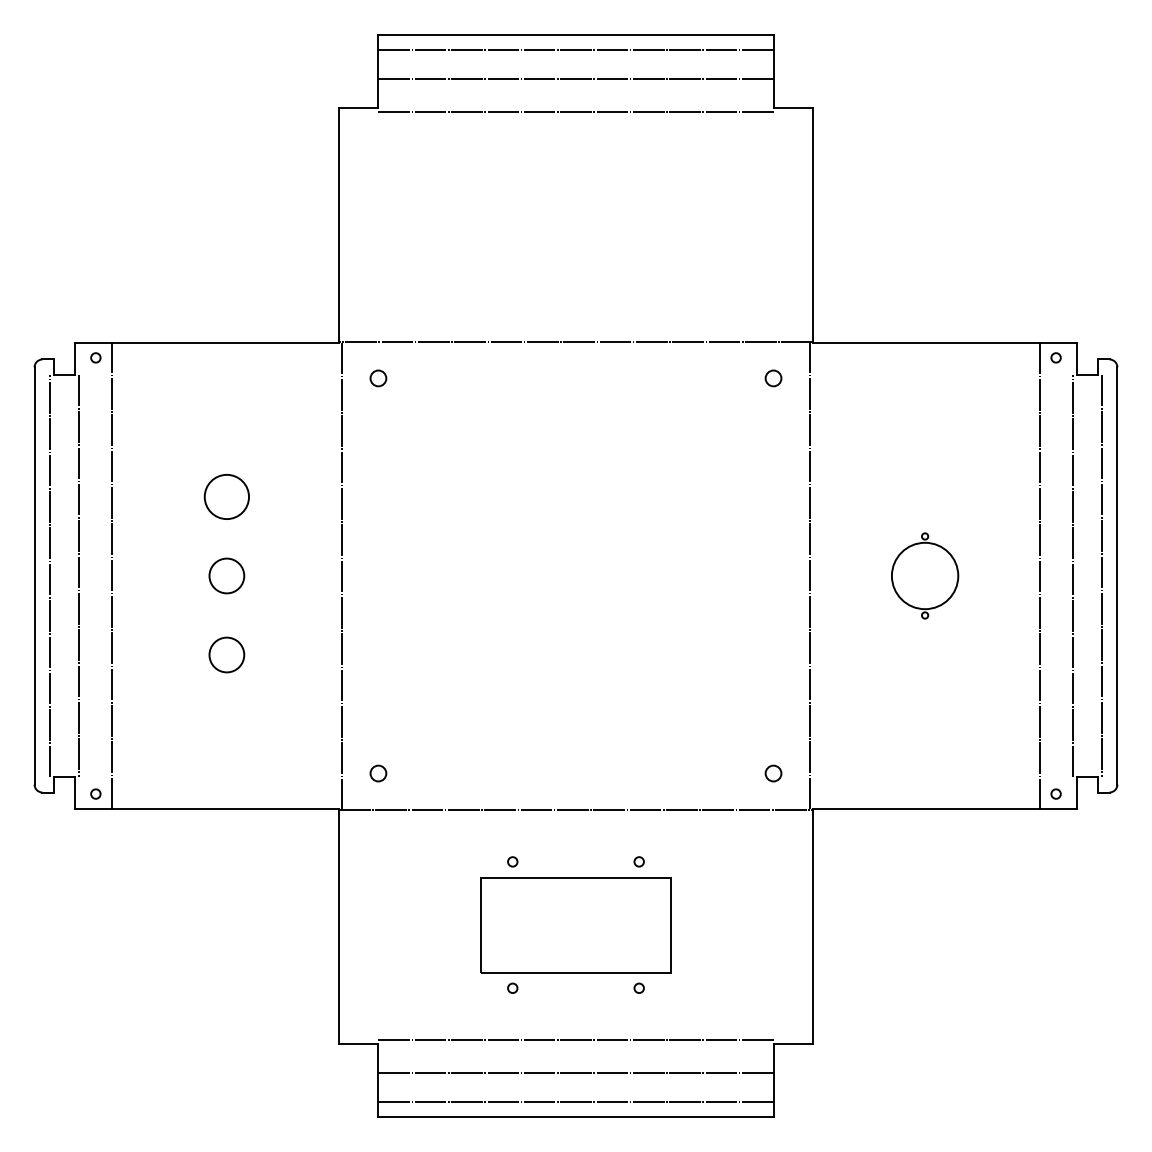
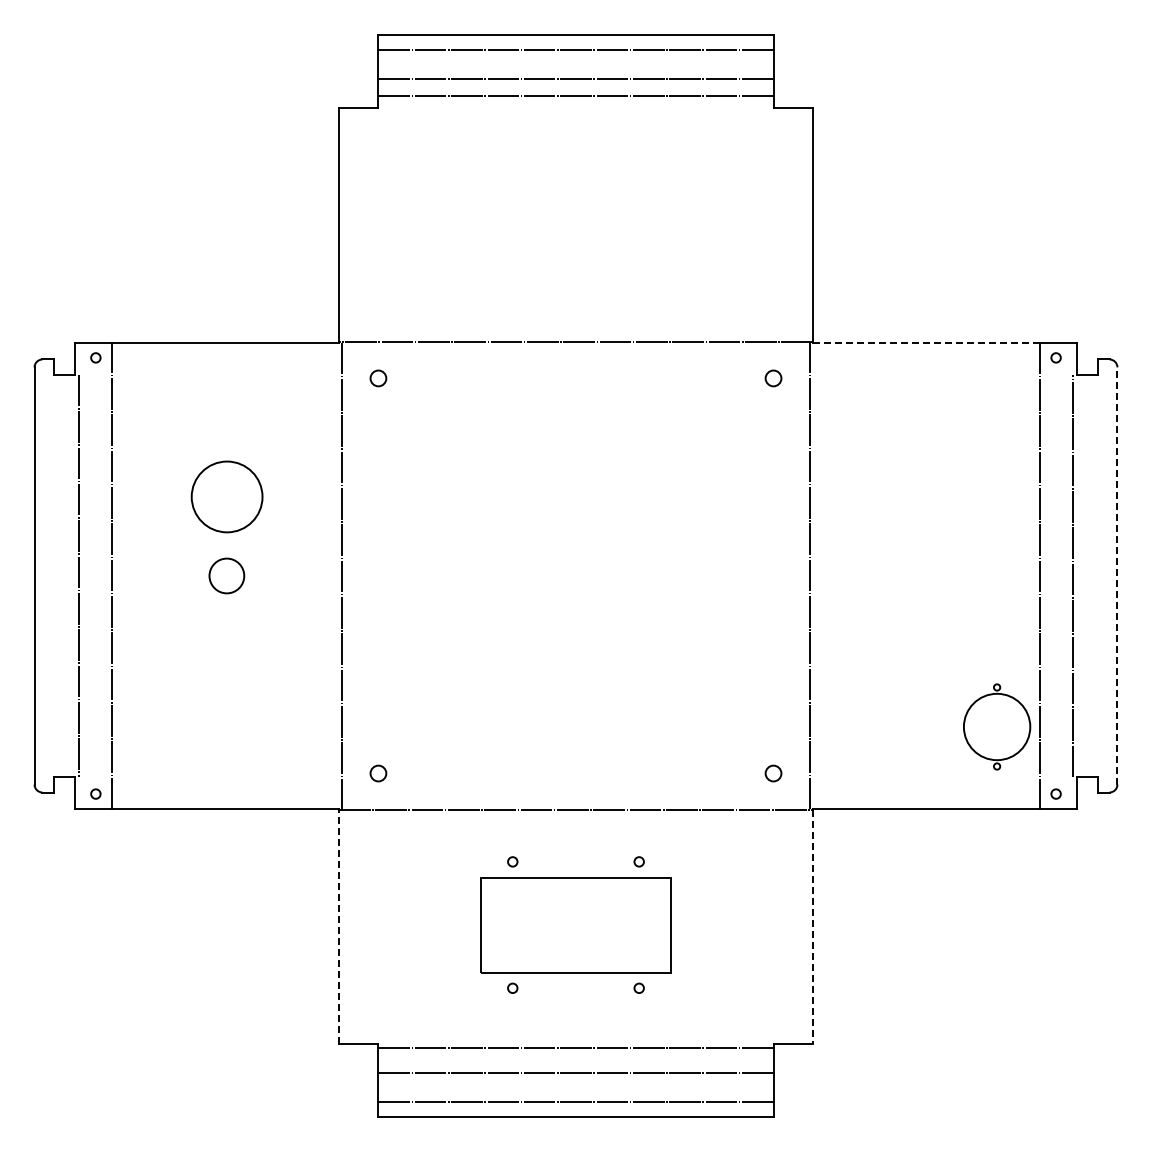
line at (575, 111) position: (575, 111) -> (575, 95)
line at (926, 342): solid -> dashed
circle at (226, 496) size: 47x46 px -> 74x74 px
line at (50, 575): present -> none
part at (925, 575) position: (925, 575) -> (997, 726)
line at (1101, 575): present -> none
line at (1117, 576): solid -> dashed
circle at (226, 654): present -> none
line at (338, 926): solid -> dashed
line at (813, 926): solid -> dashed
line at (575, 1040) position: (575, 1040) -> (575, 1048)
